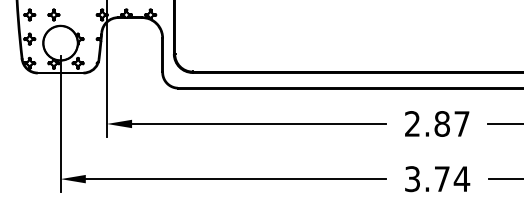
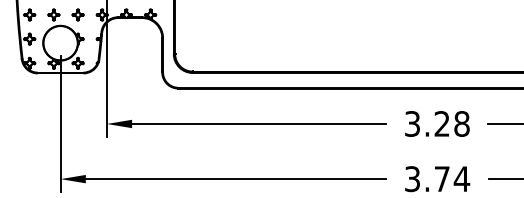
part at (77, 14): none -> present
text at (437, 123): 2.87 -> 3.28
